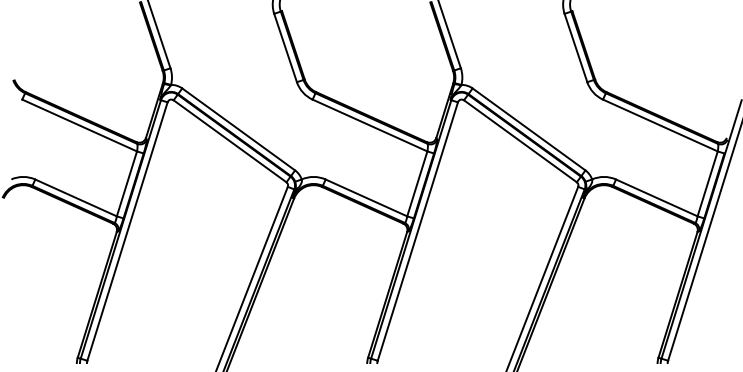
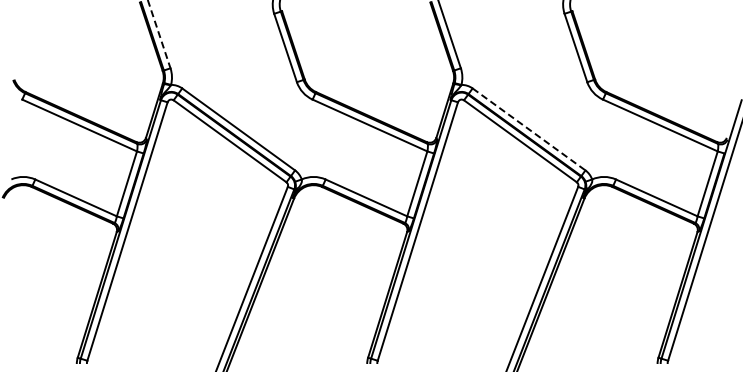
line at (159, 34): solid -> dashed
line at (529, 129): solid -> dashed
